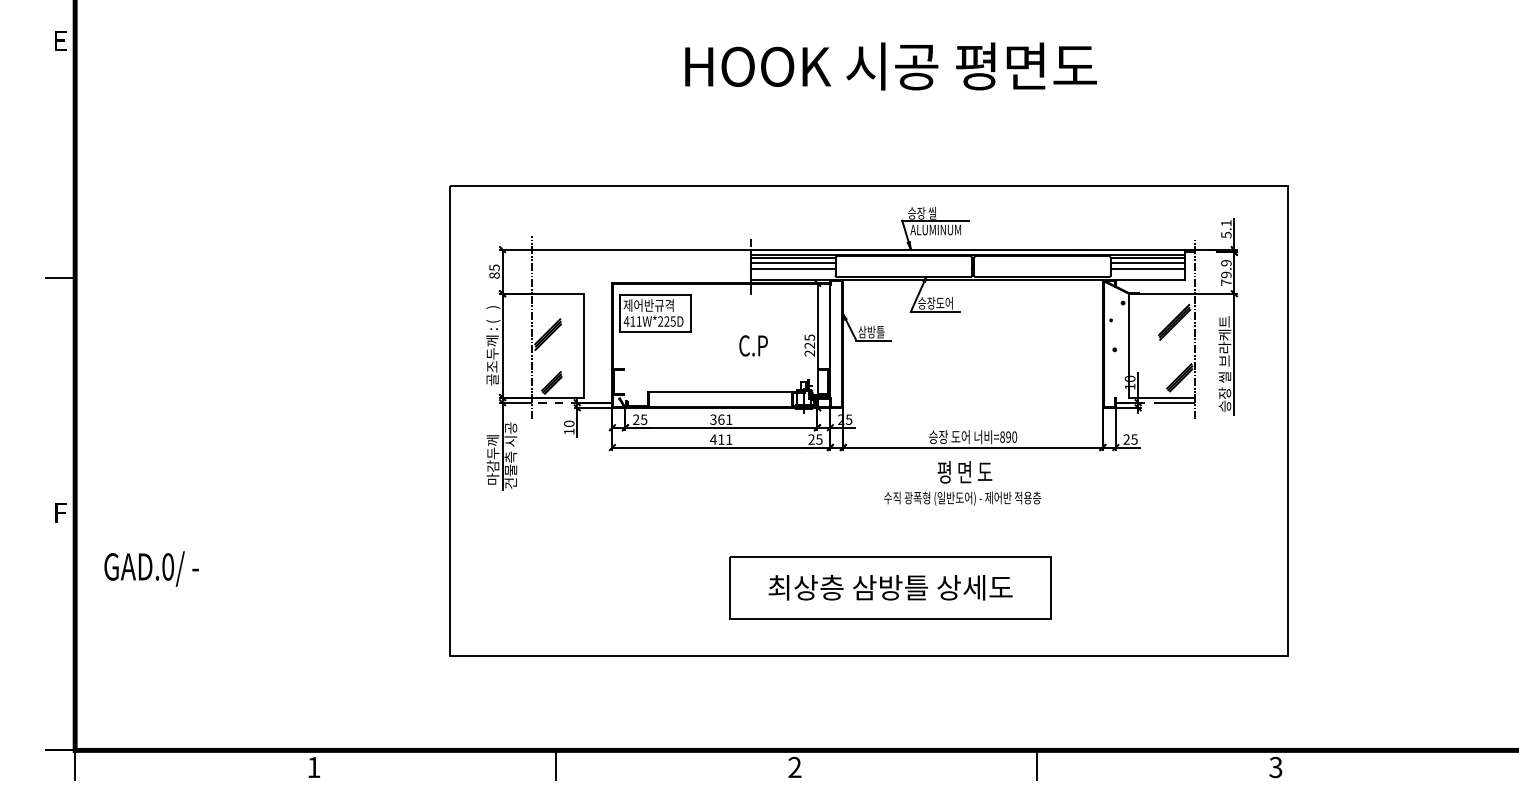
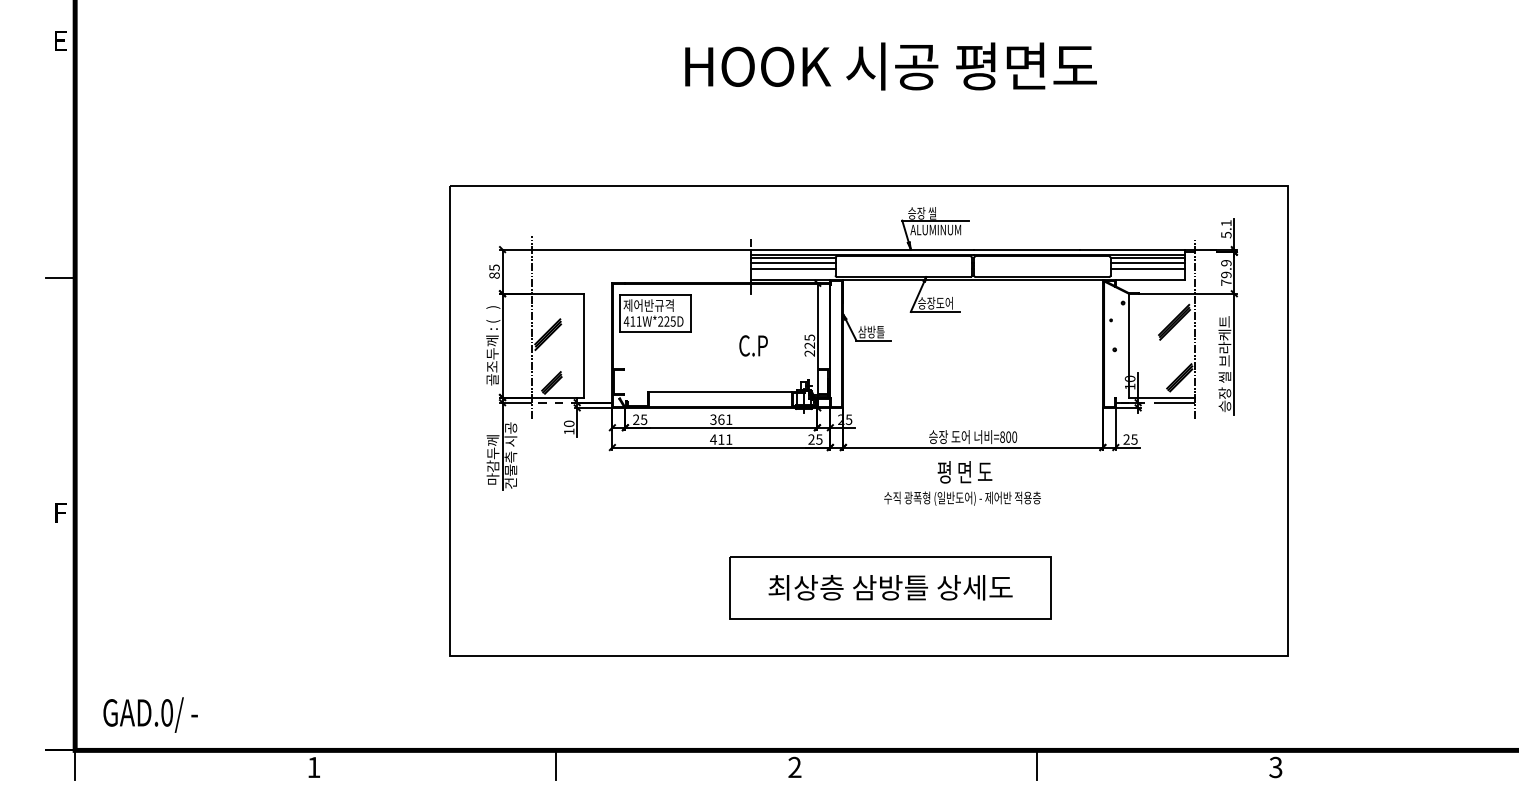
text at (1008, 436): =890 -> =800
text at (151, 568) position: (151, 568) -> (150, 714)
